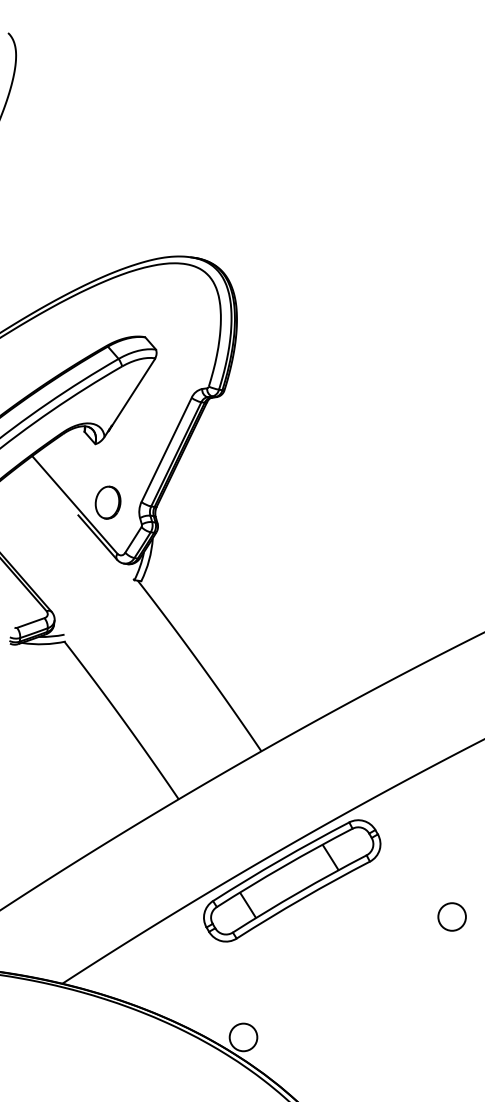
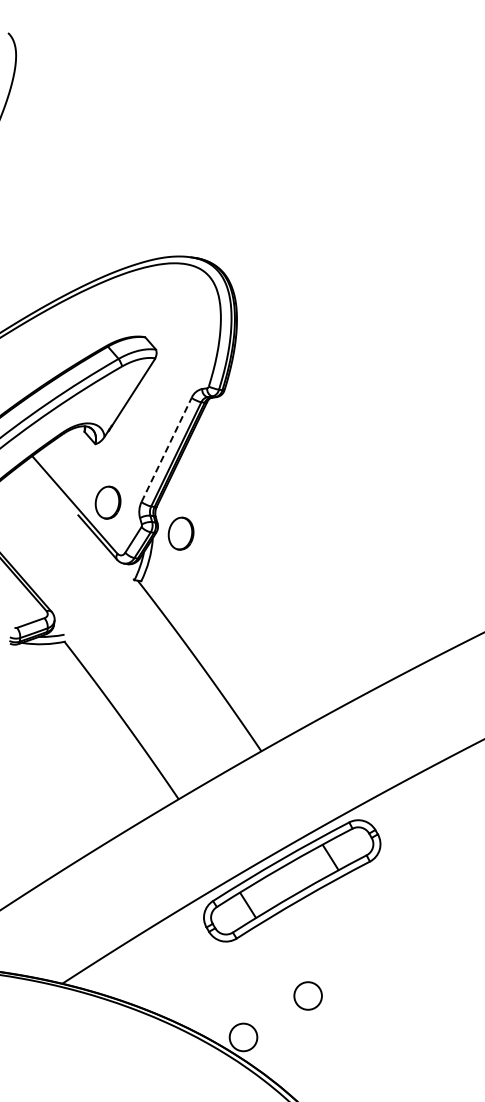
line at (166, 449): solid -> dashed
part at (180, 533): none -> present
circle at (451, 916) position: (451, 916) -> (307, 995)
